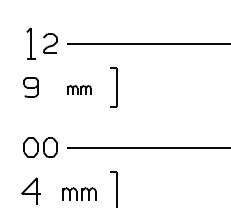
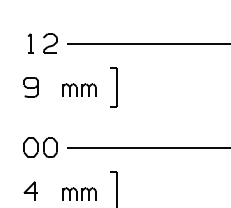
part at (30, 43) size: 10x33 px -> 7x21 px
part at (79, 89) size: 25x10 px -> 35x14 px
part at (30, 190) size: 20x28 px -> 15x20 px
